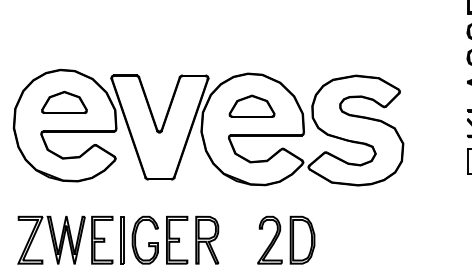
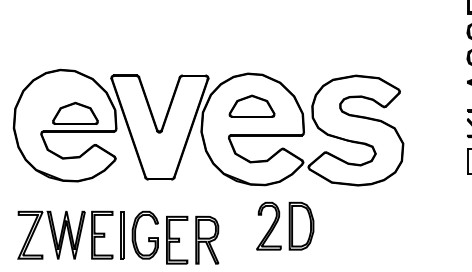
part at (64, 101) position: (64, 101) -> (75, 112)
part at (87, 239) position: (87, 239) -> (87, 234)
part at (286, 239) position: (286, 239) -> (285, 225)
